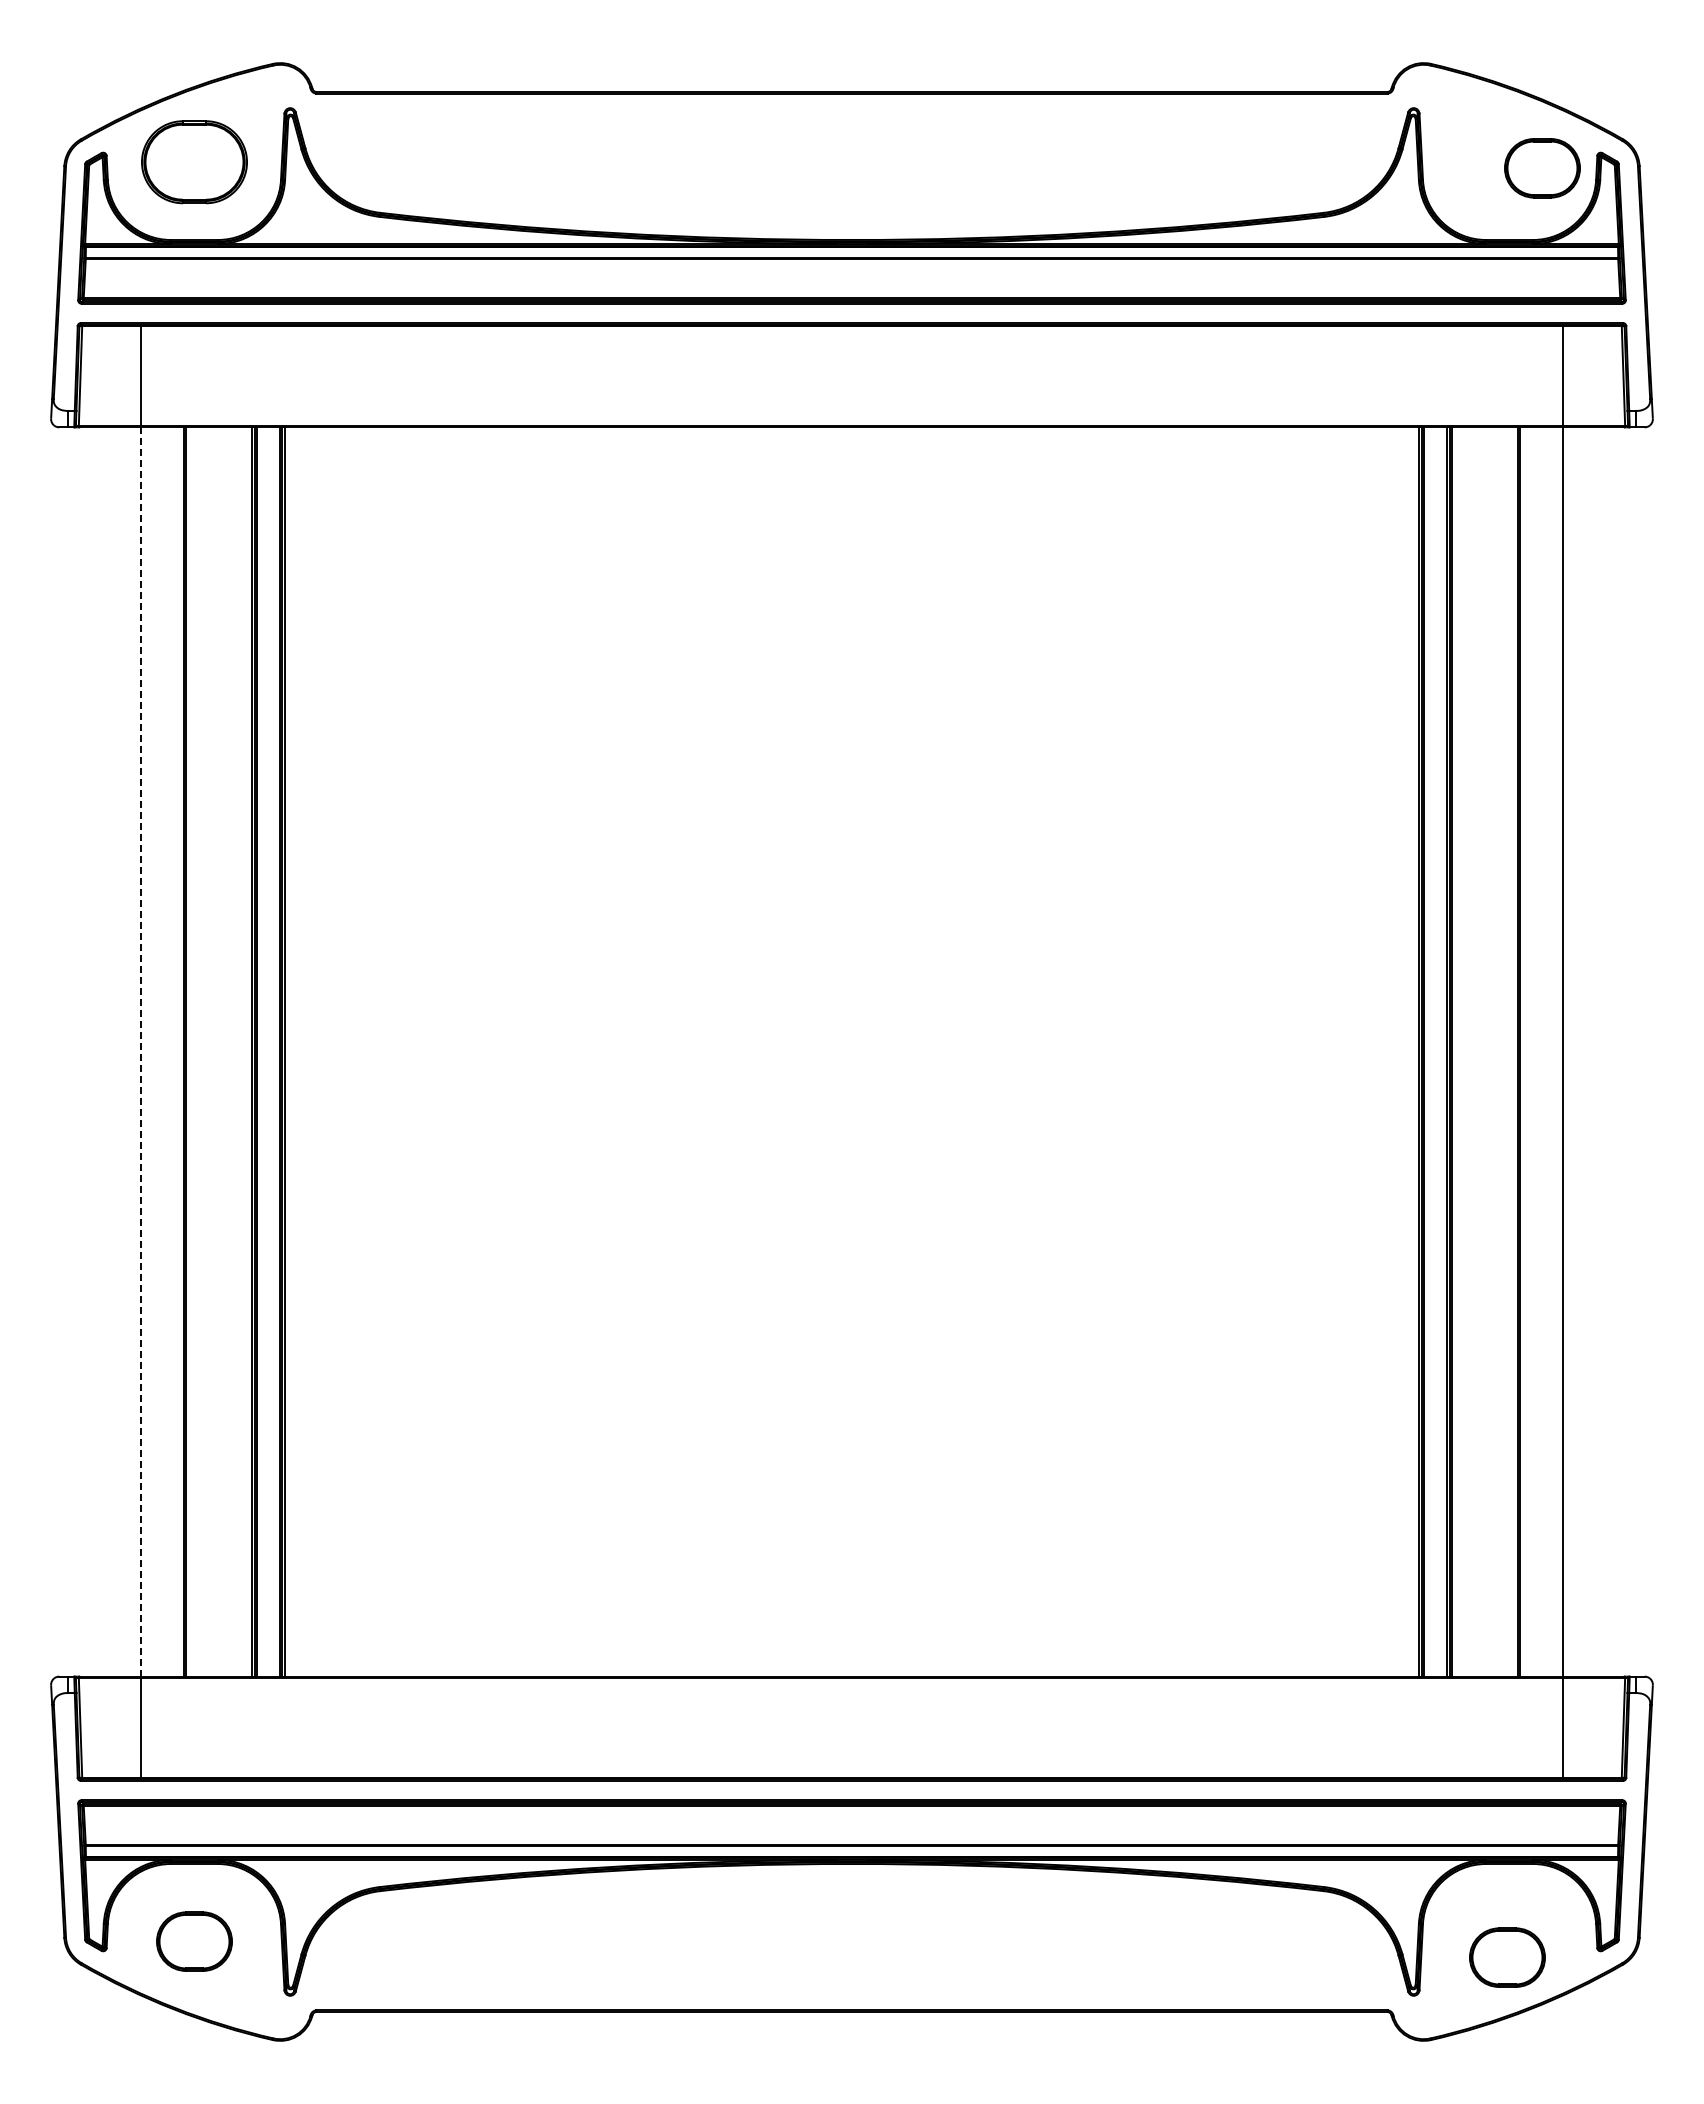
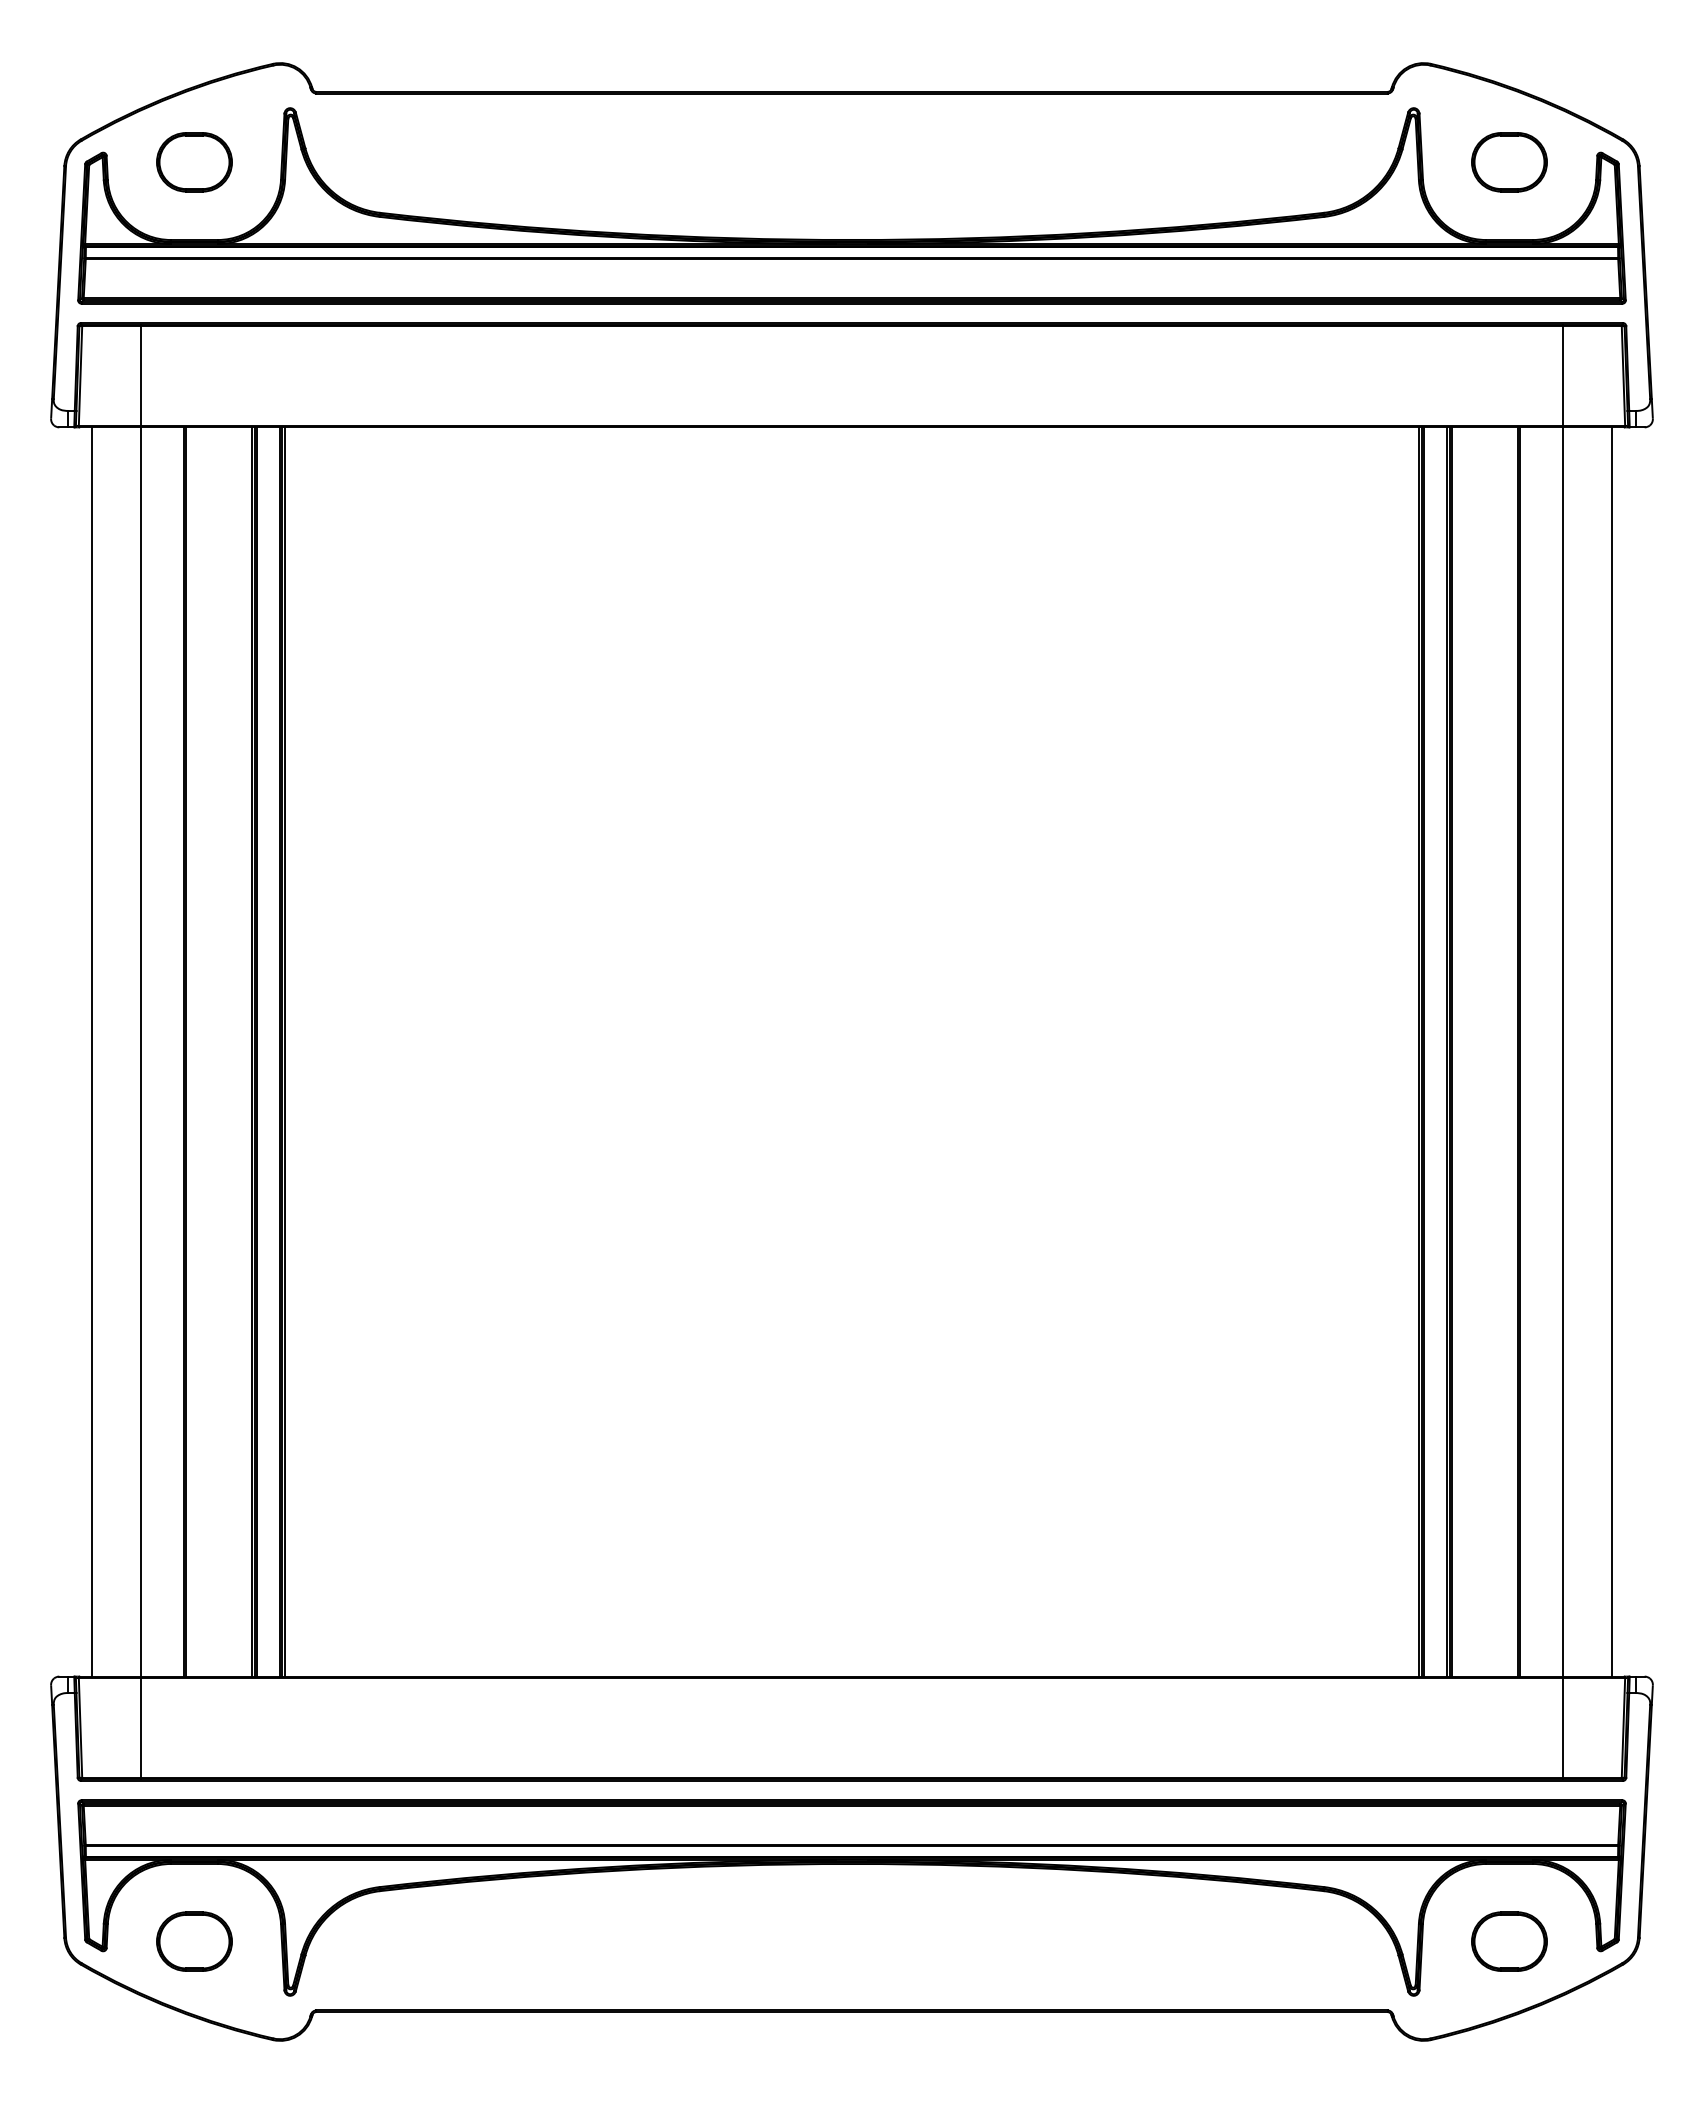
part at (194, 162) size: 107x85 px -> 77x61 px
part at (1542, 168) position: (1542, 168) -> (1509, 162)
line at (91, 1051): none -> present
line at (141, 1051): dashed -> solid
line at (1612, 1051): none -> present
part at (1507, 1957) position: (1507, 1957) -> (1509, 1941)
